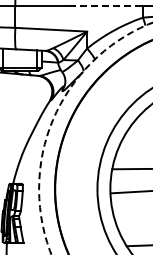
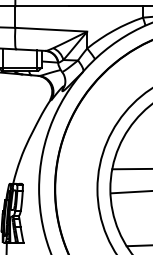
line at (106, 6): dashed -> solid
circle at (95, 138): dashed -> solid
